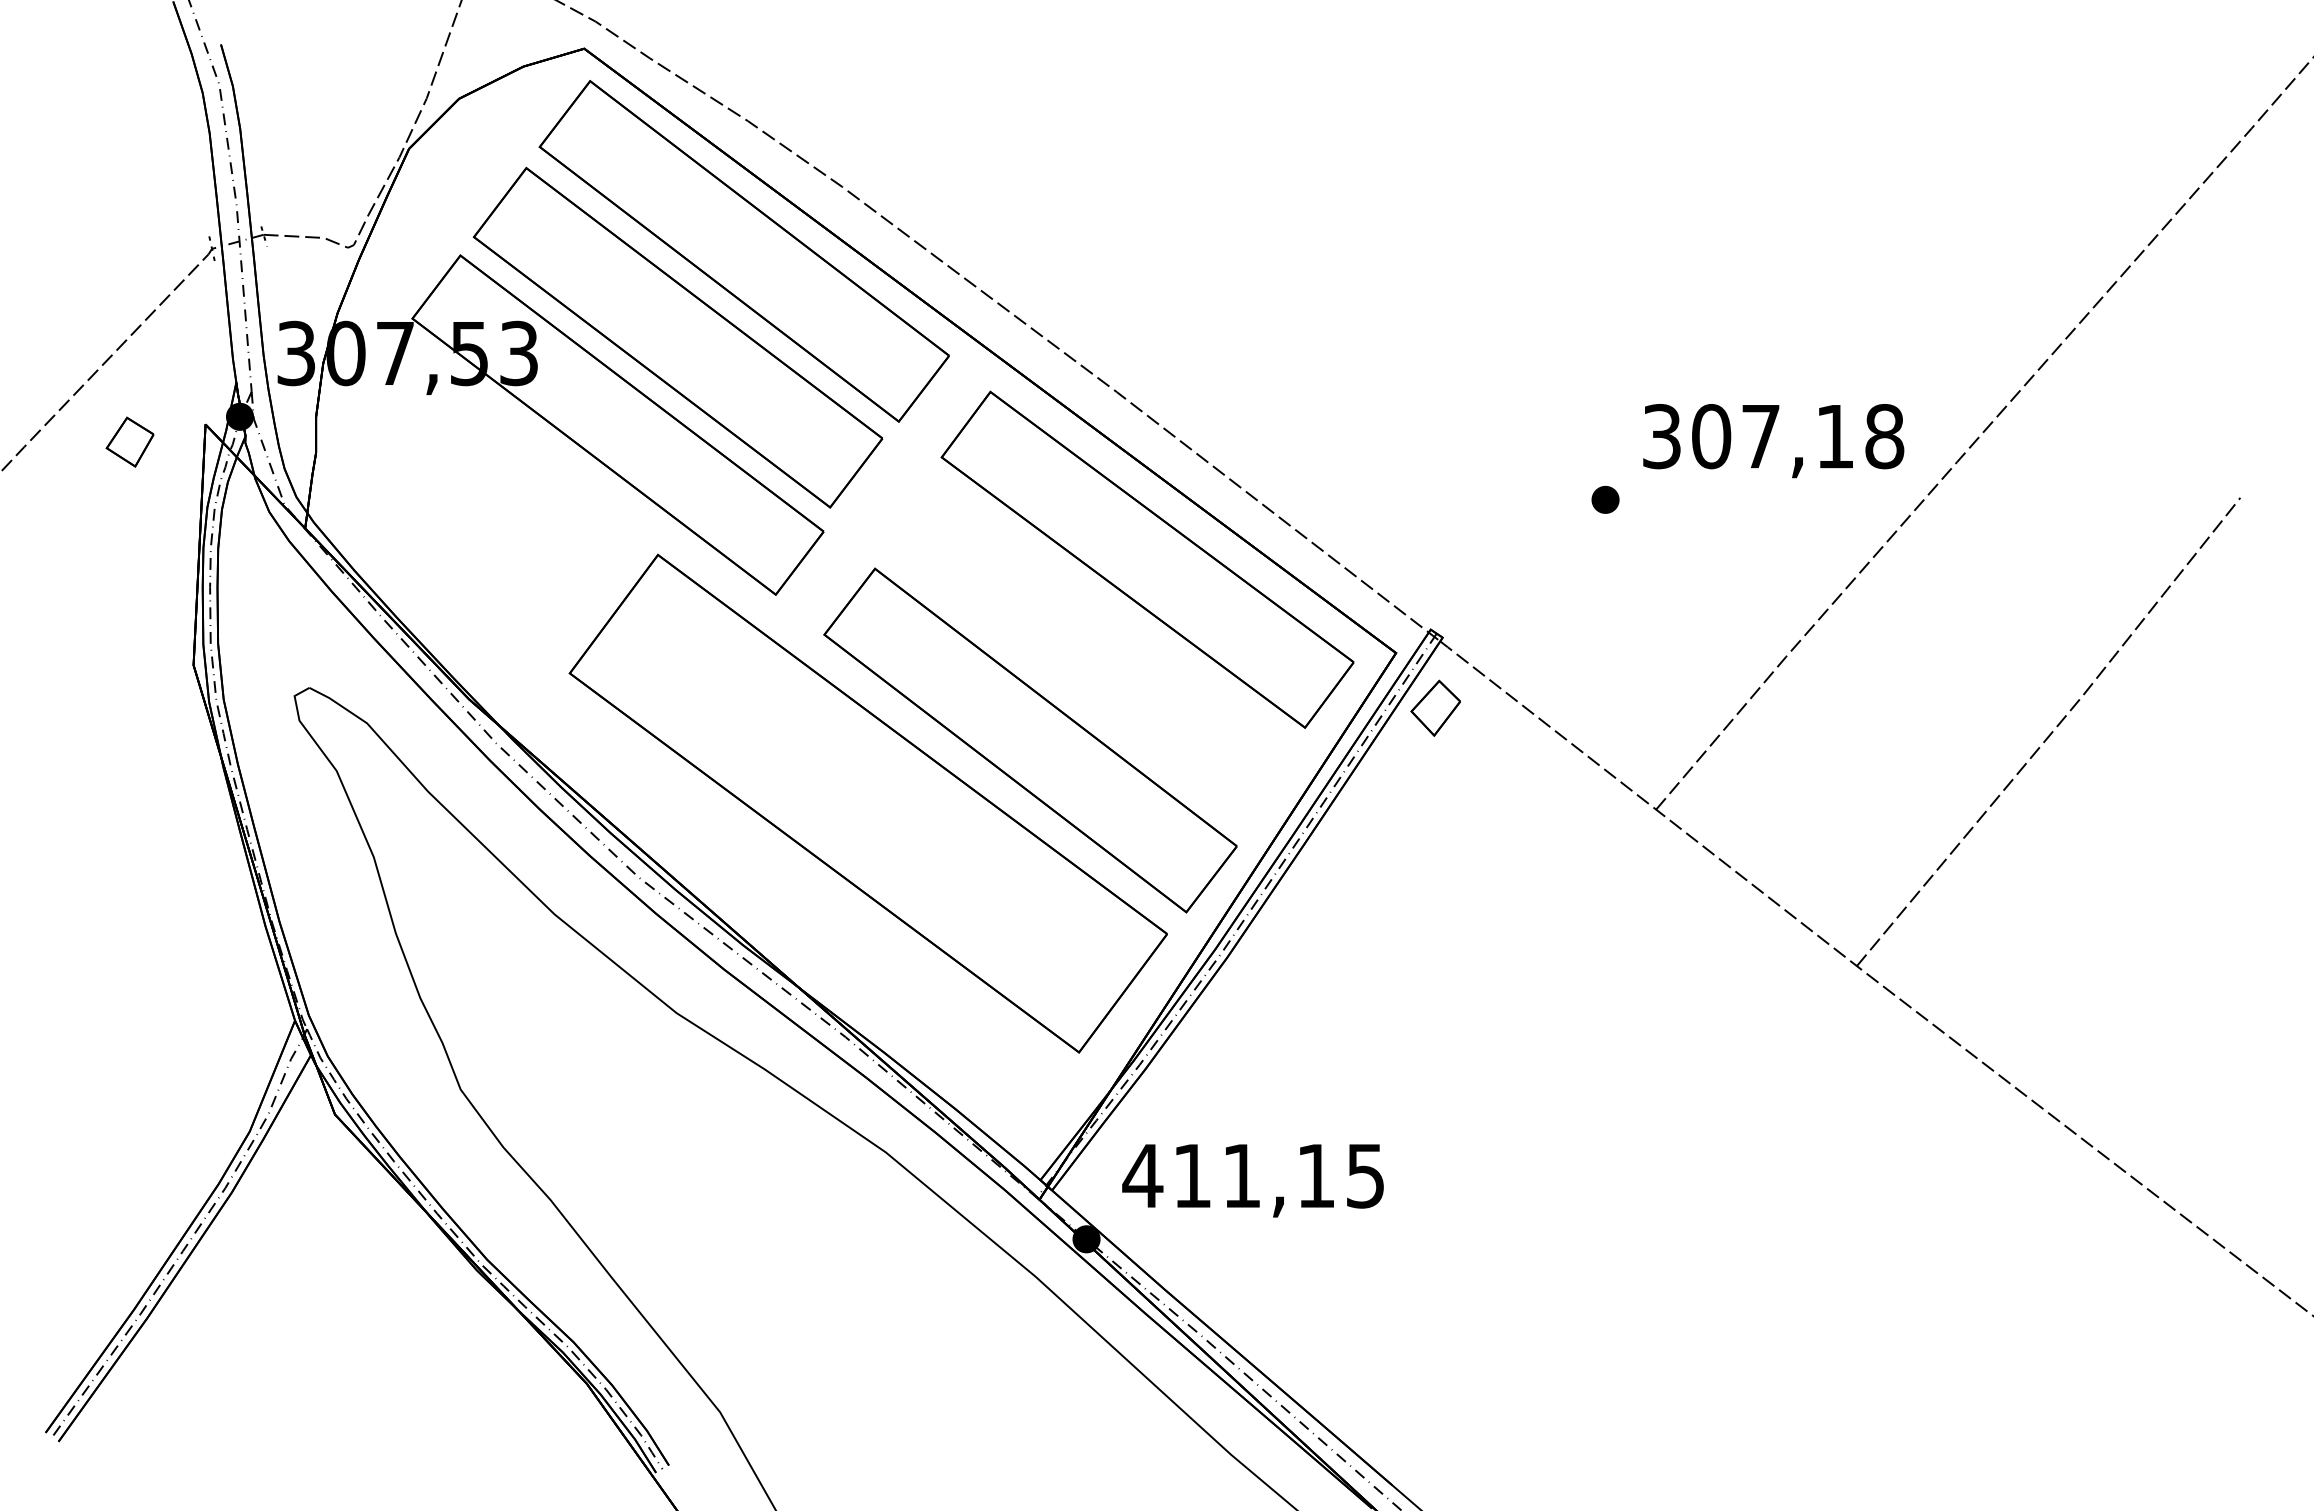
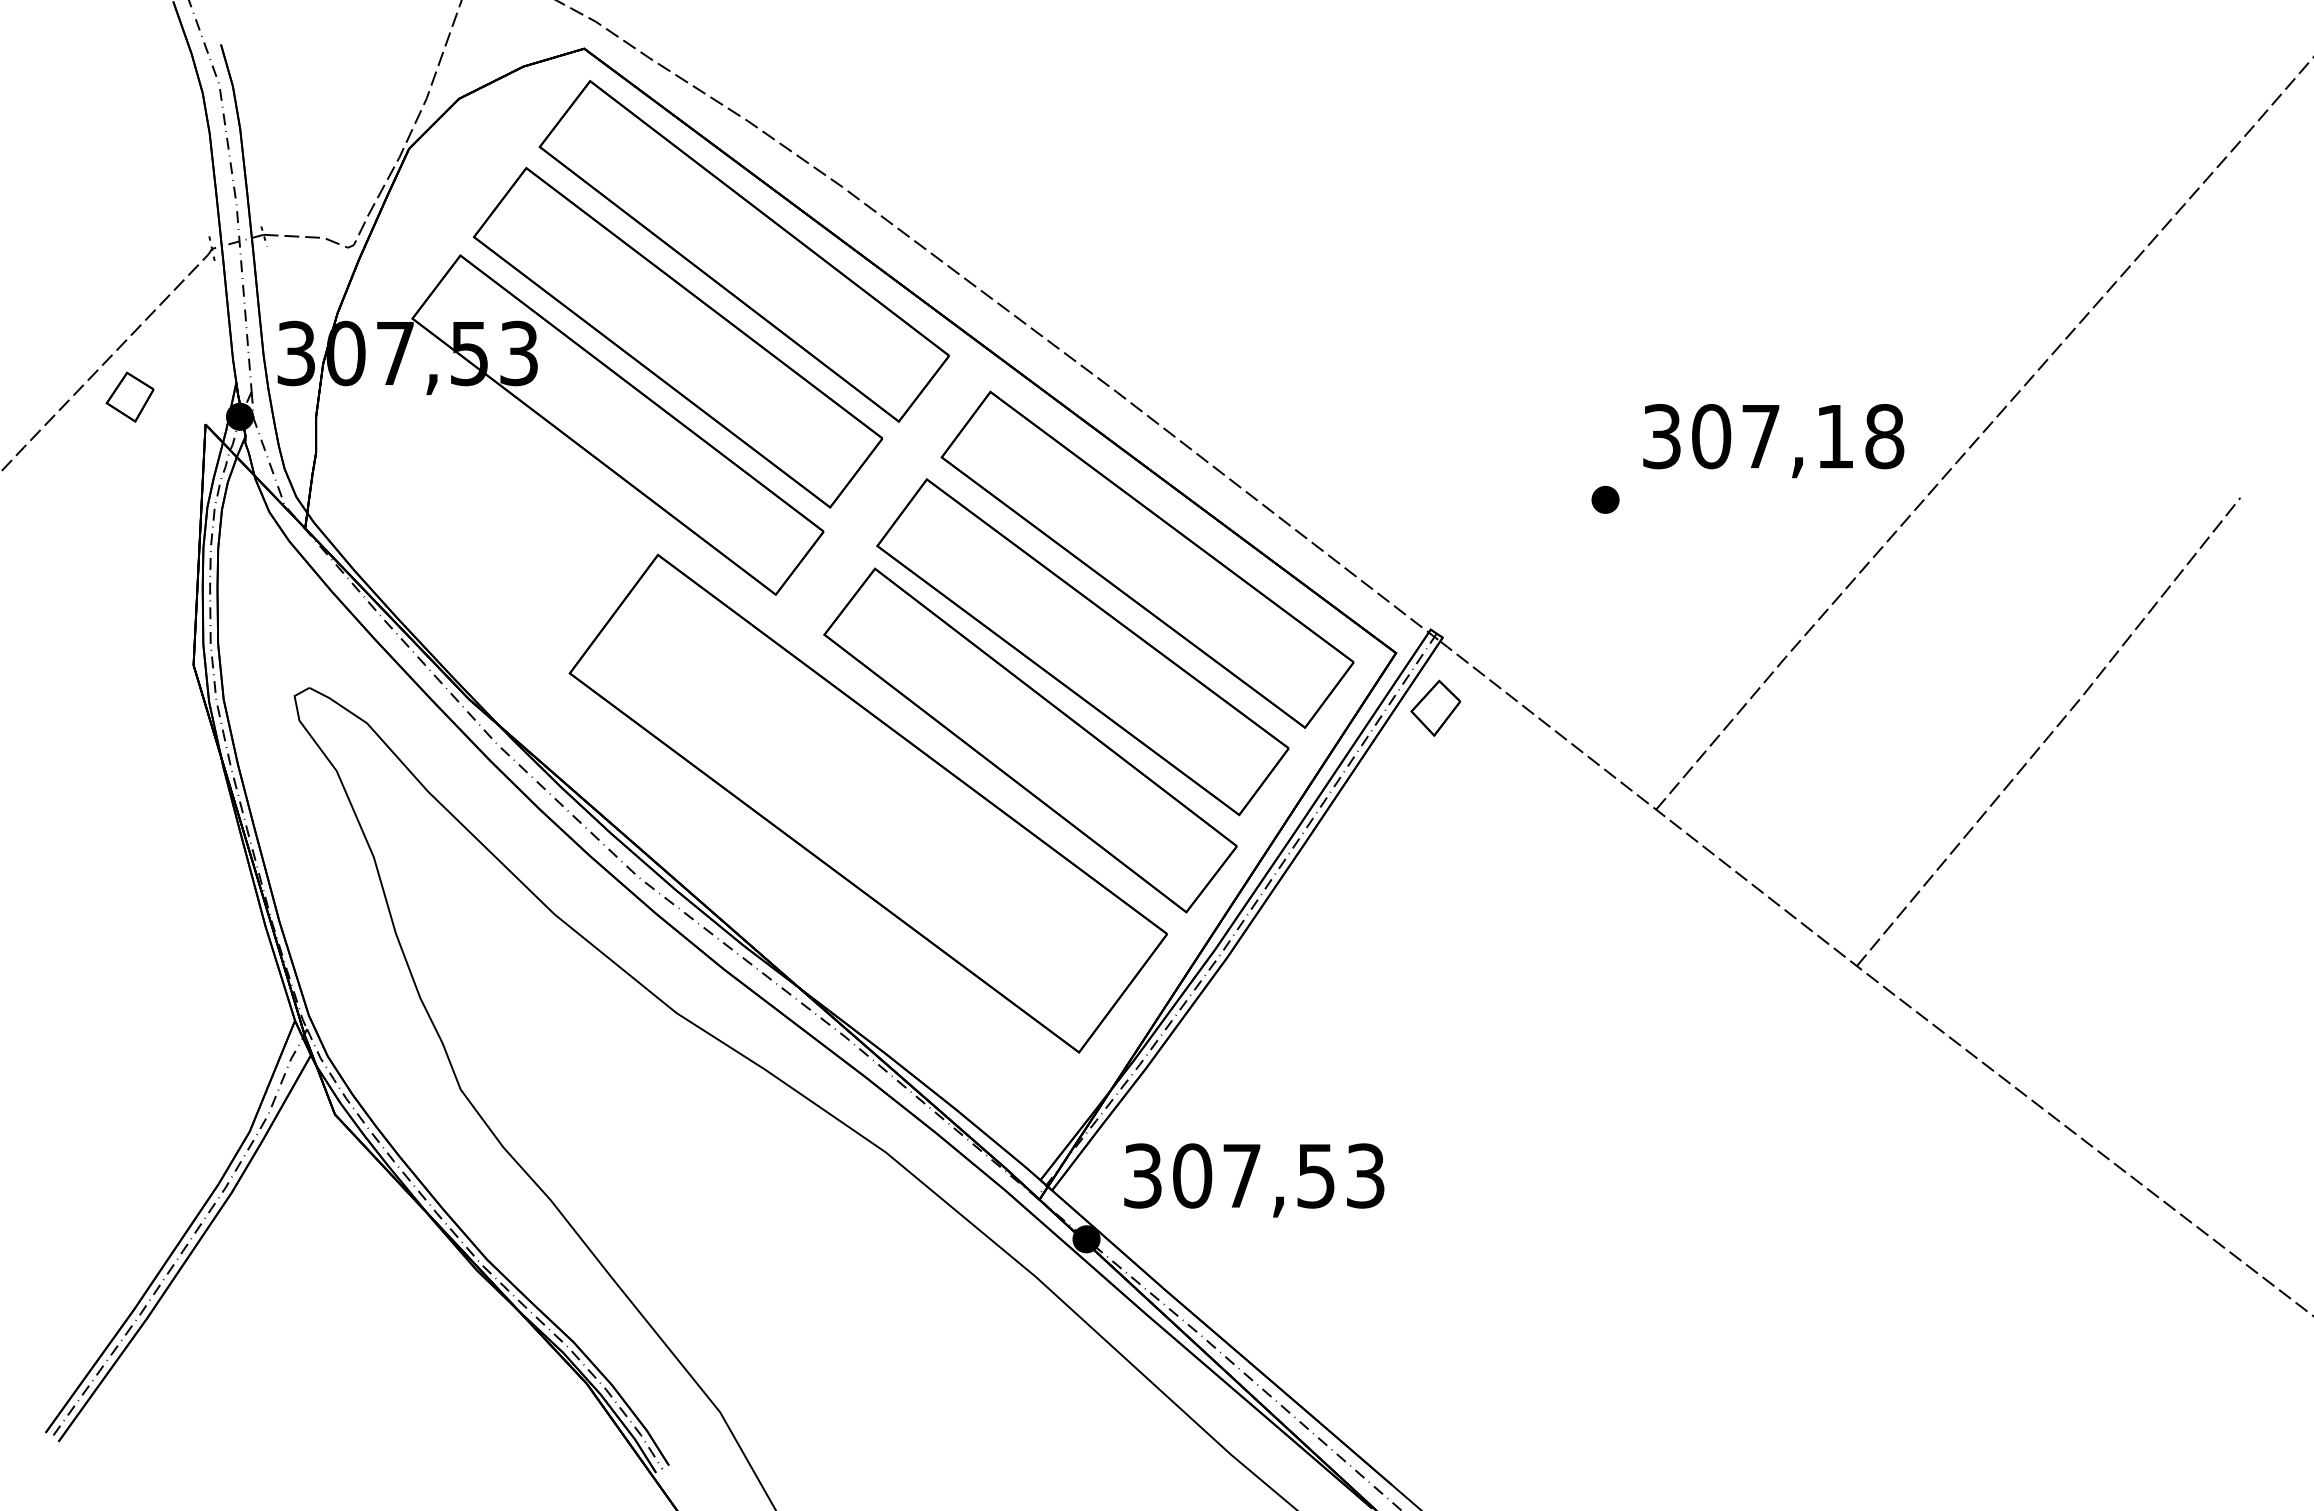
part at (129, 441) position: (129, 441) -> (129, 396)
part at (1082, 647): none -> present
text at (1253, 1175): 411,15 -> 307,53
